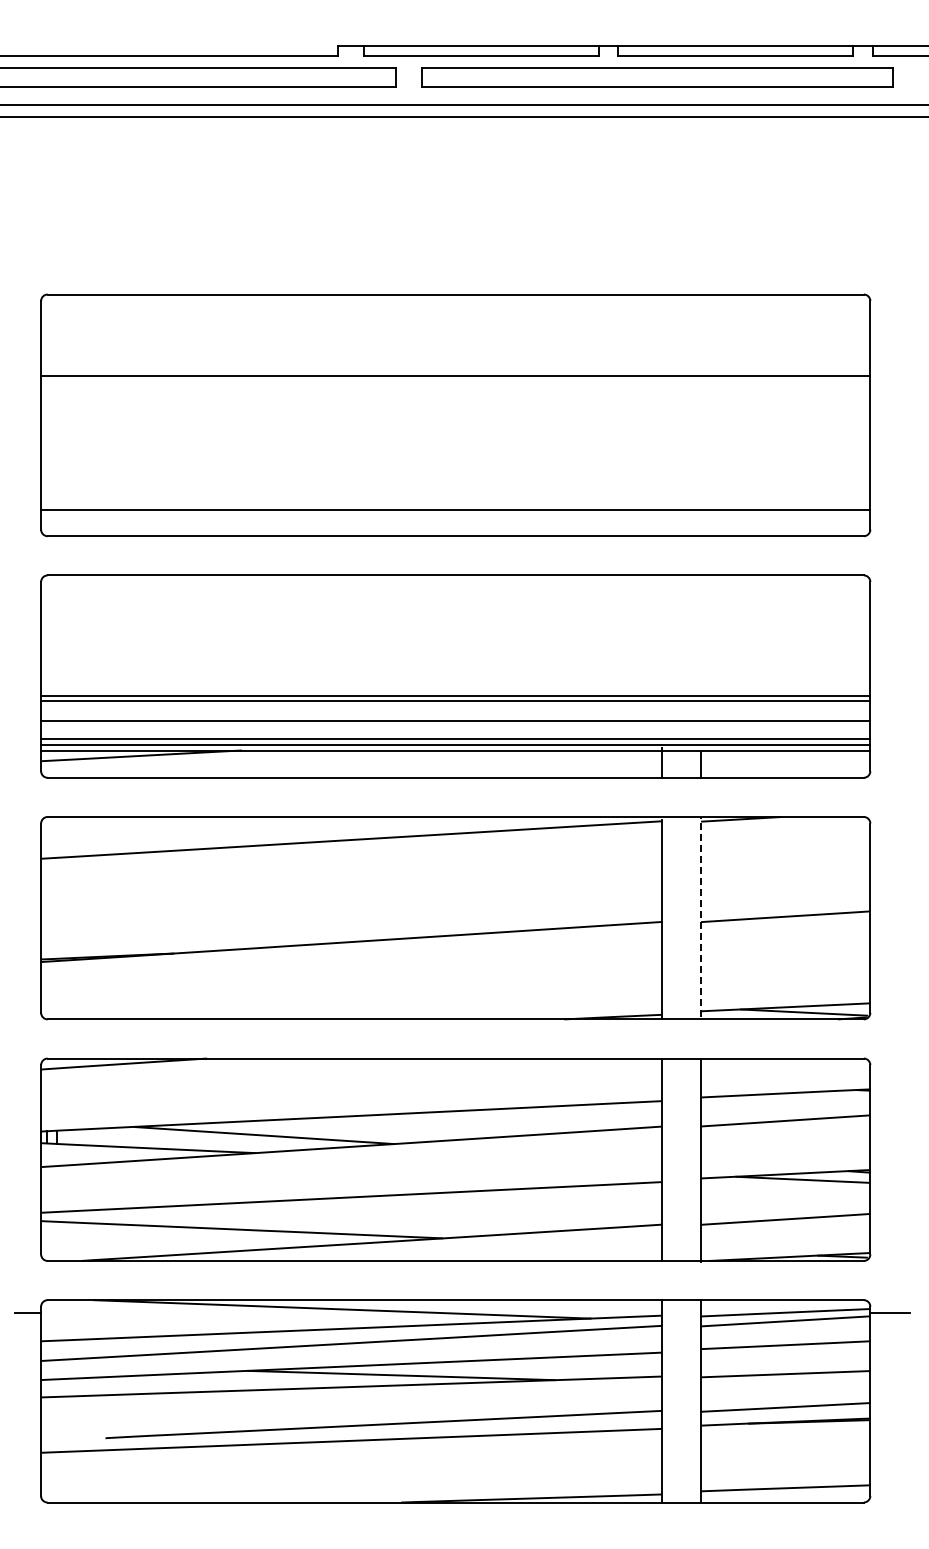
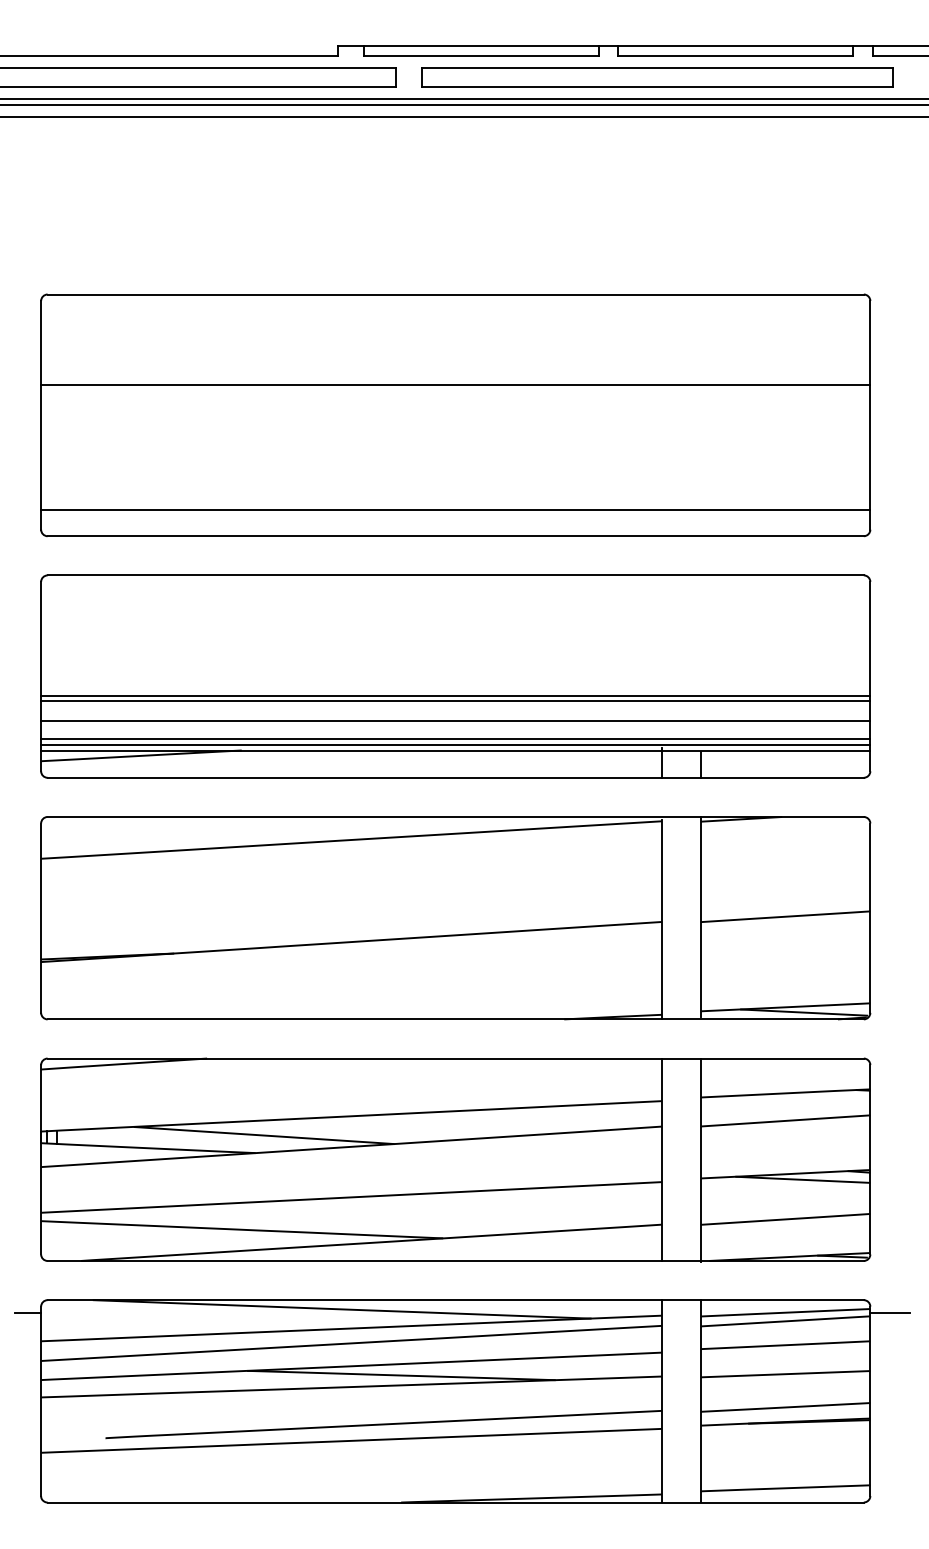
line at (463, 98): none -> present
line at (455, 375) position: (455, 375) -> (455, 384)
line at (701, 916): dashed -> solid
